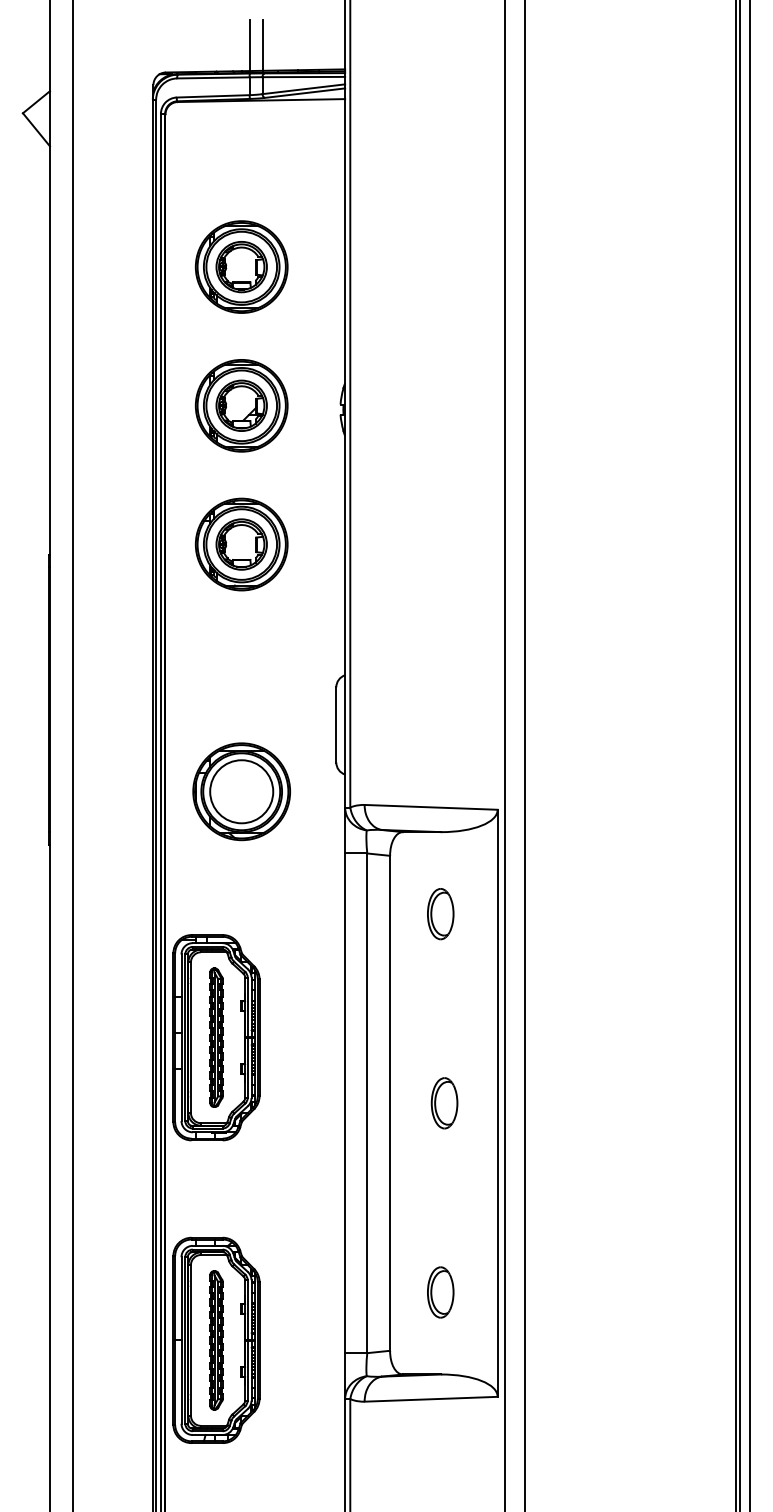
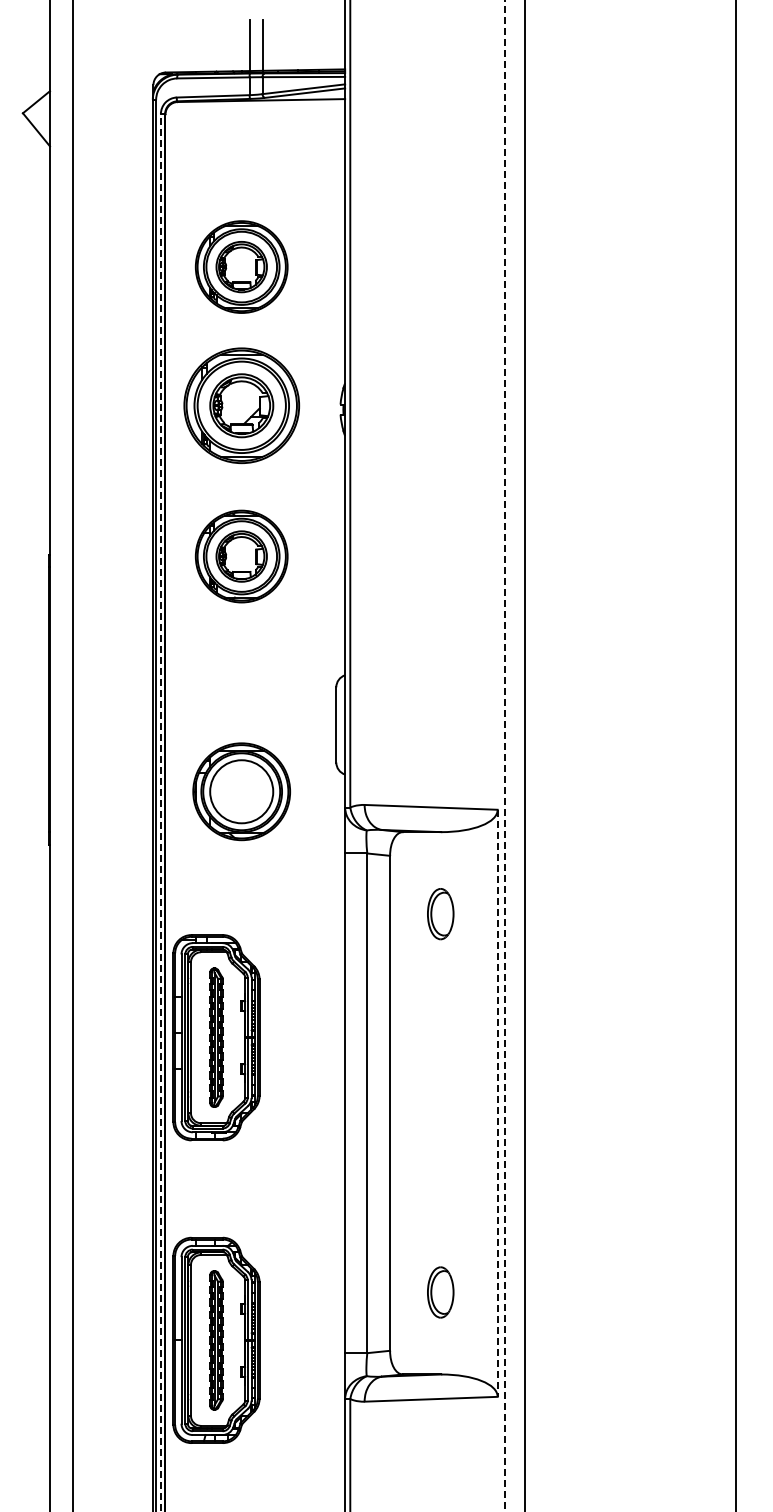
part at (241, 405) size: 95x94 px -> 118x118 px
part at (241, 544) position: (241, 544) -> (241, 556)
line at (739, 755): present -> none
line at (750, 755): present -> none
line at (505, 756): solid -> dashed
line at (160, 812): solid -> dashed
part at (444, 1103): present -> none
line at (497, 1103): solid -> dashed
